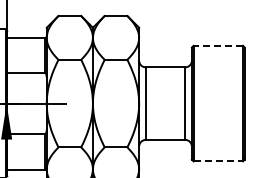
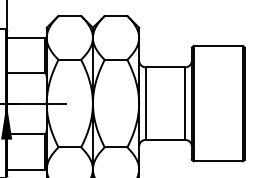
line at (218, 45): dashed -> solid
line at (218, 161): dashed -> solid
